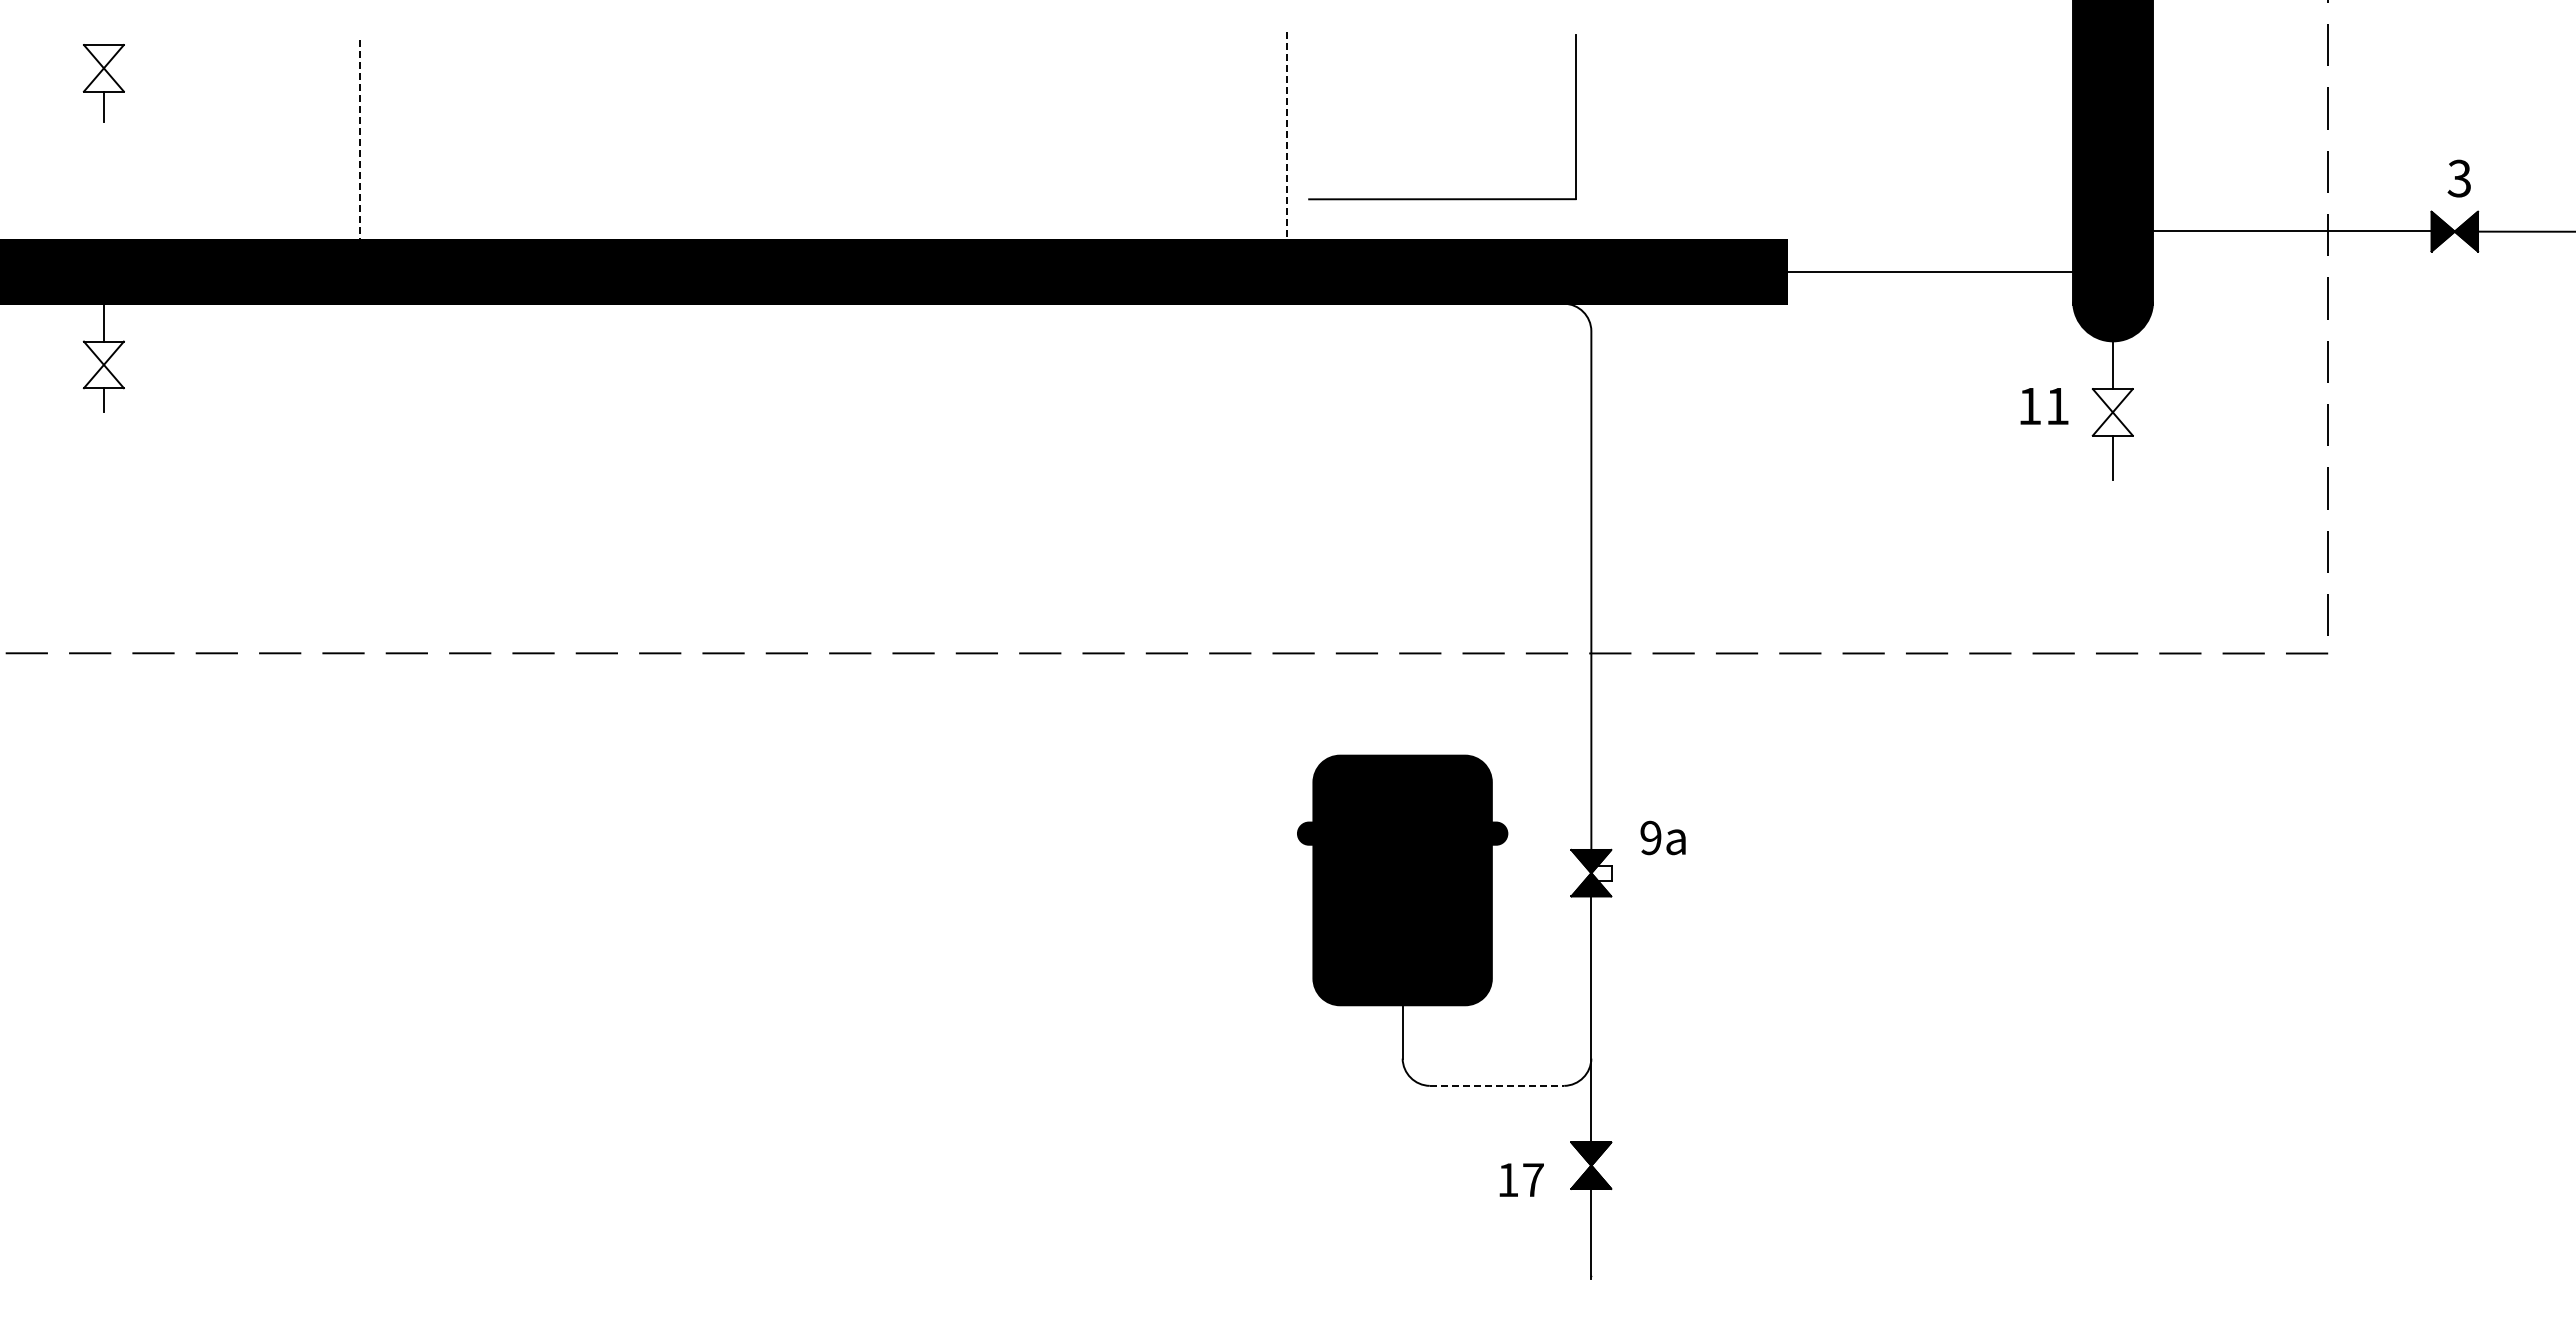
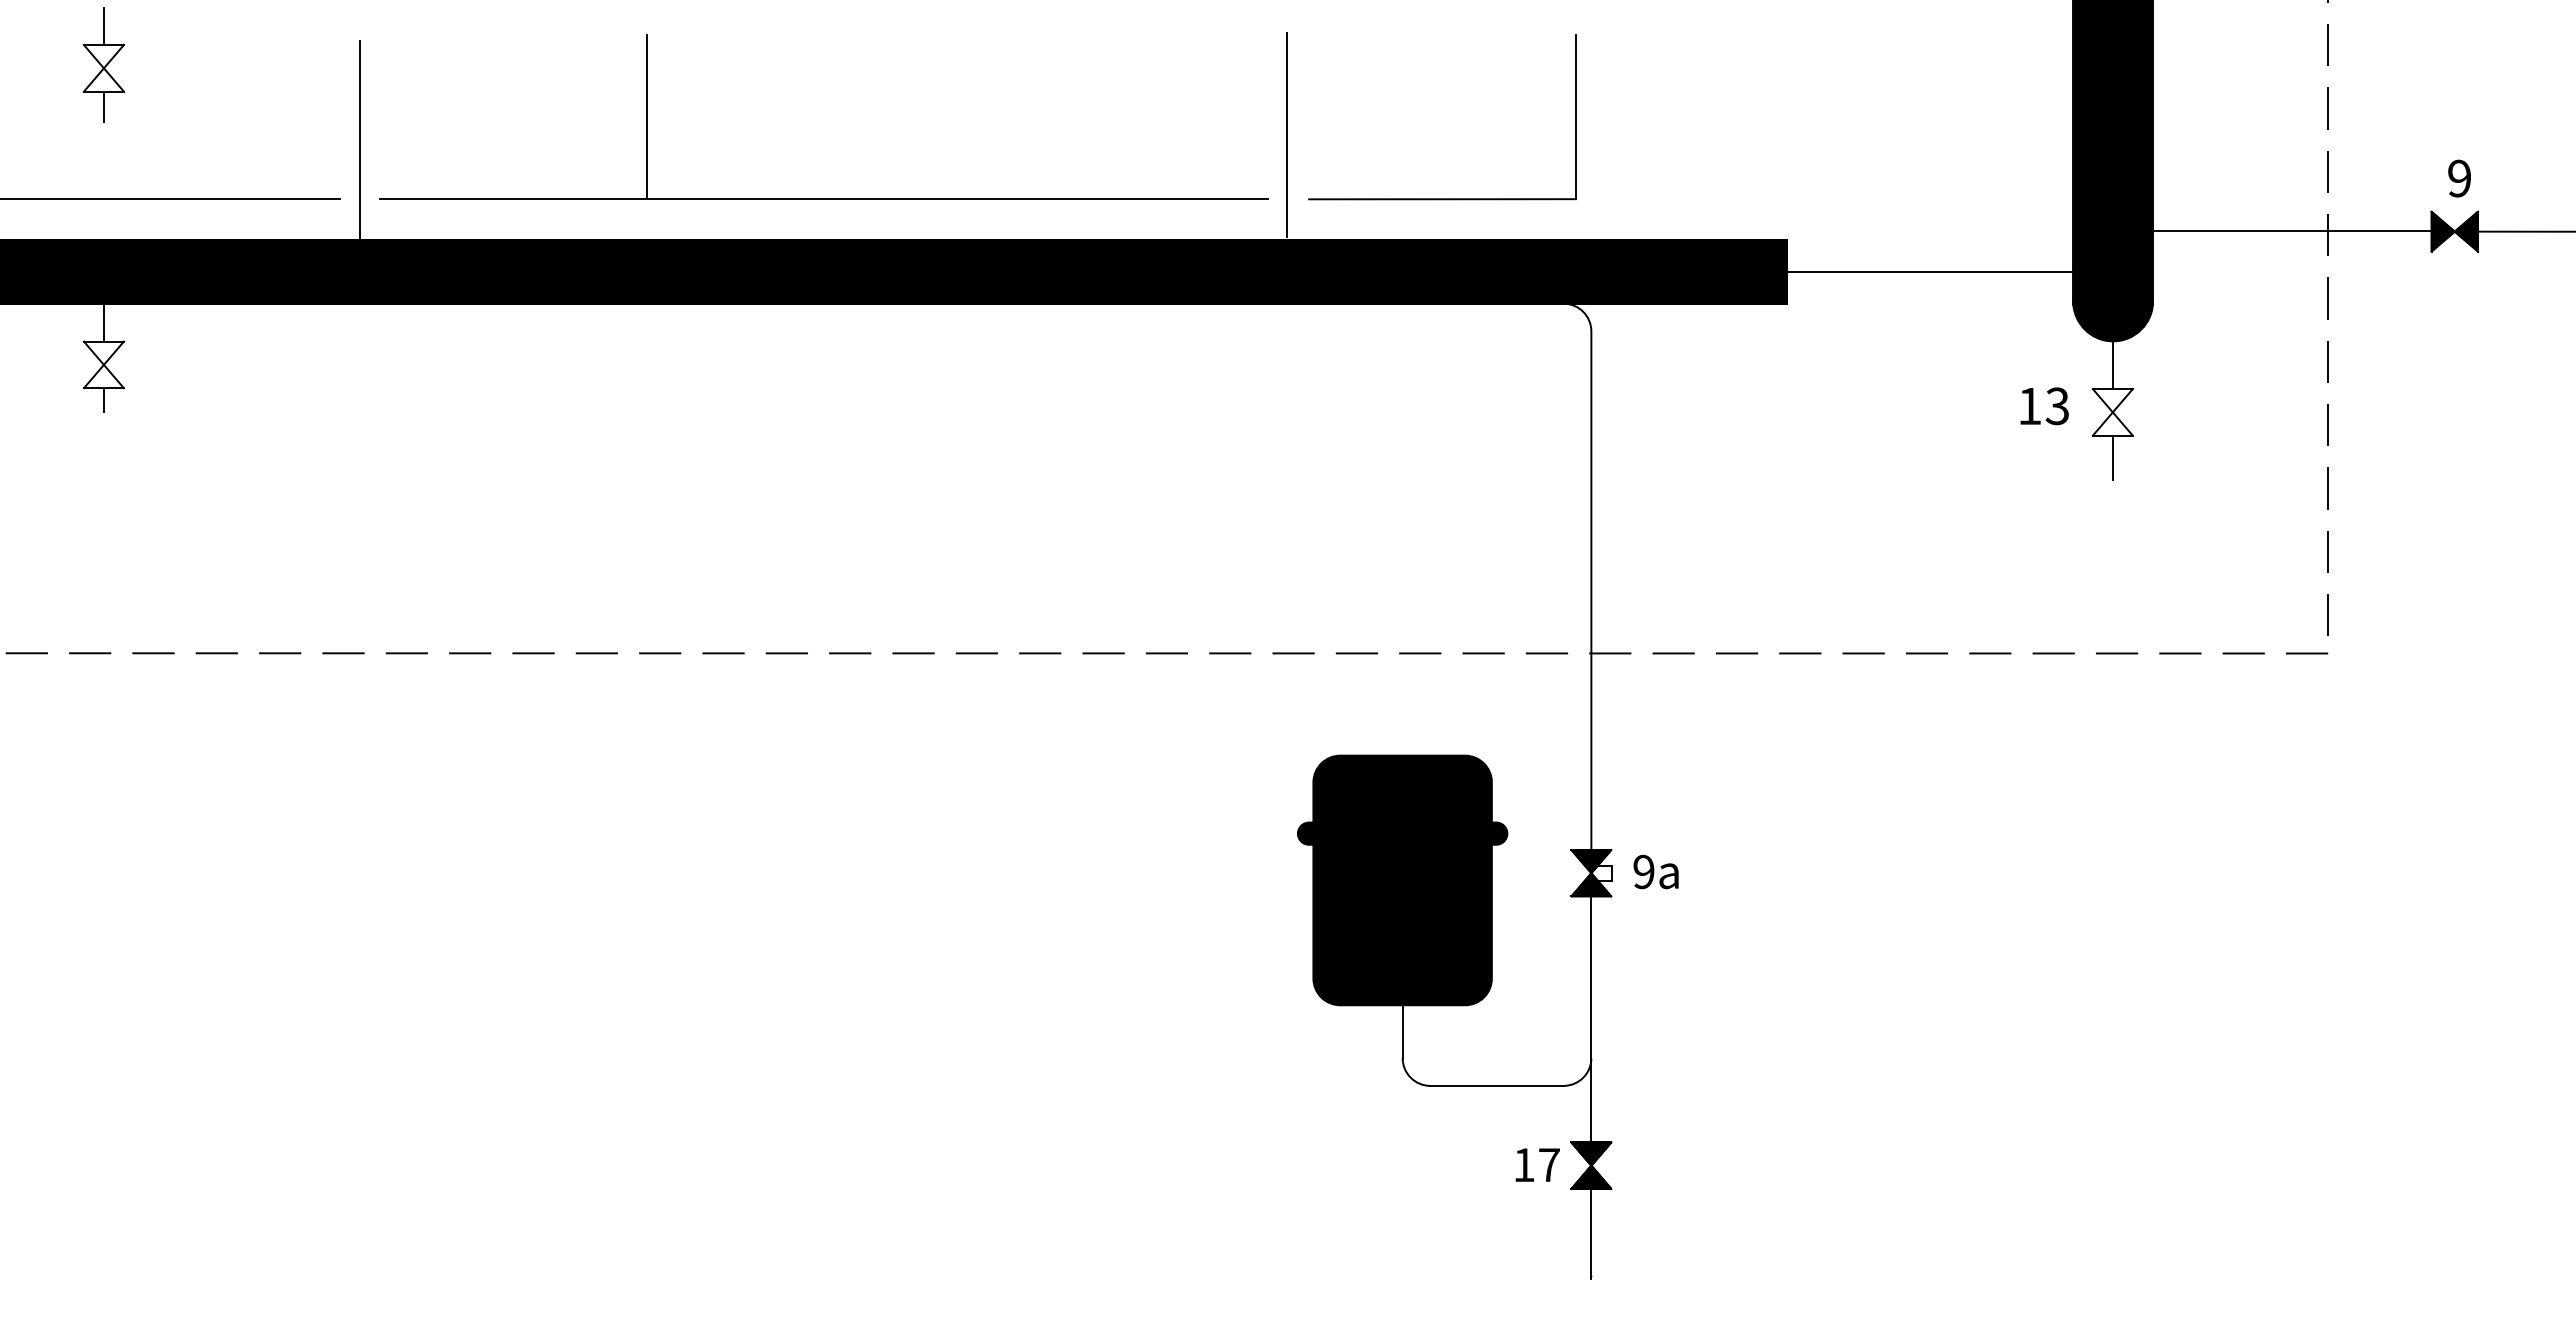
line at (103, 26): none -> present
line at (1287, 135): dashed -> solid
line at (359, 143): dashed -> solid
text at (2458, 178): 3 -> 9
part at (823, 198): none -> present
line at (170, 199): none -> present
text at (2056, 406): 11 -> 13
text at (1662, 837) position: (1662, 837) -> (1655, 871)
line at (1497, 1085): dashed -> solid
text at (1521, 1179) position: (1521, 1179) -> (1537, 1164)
